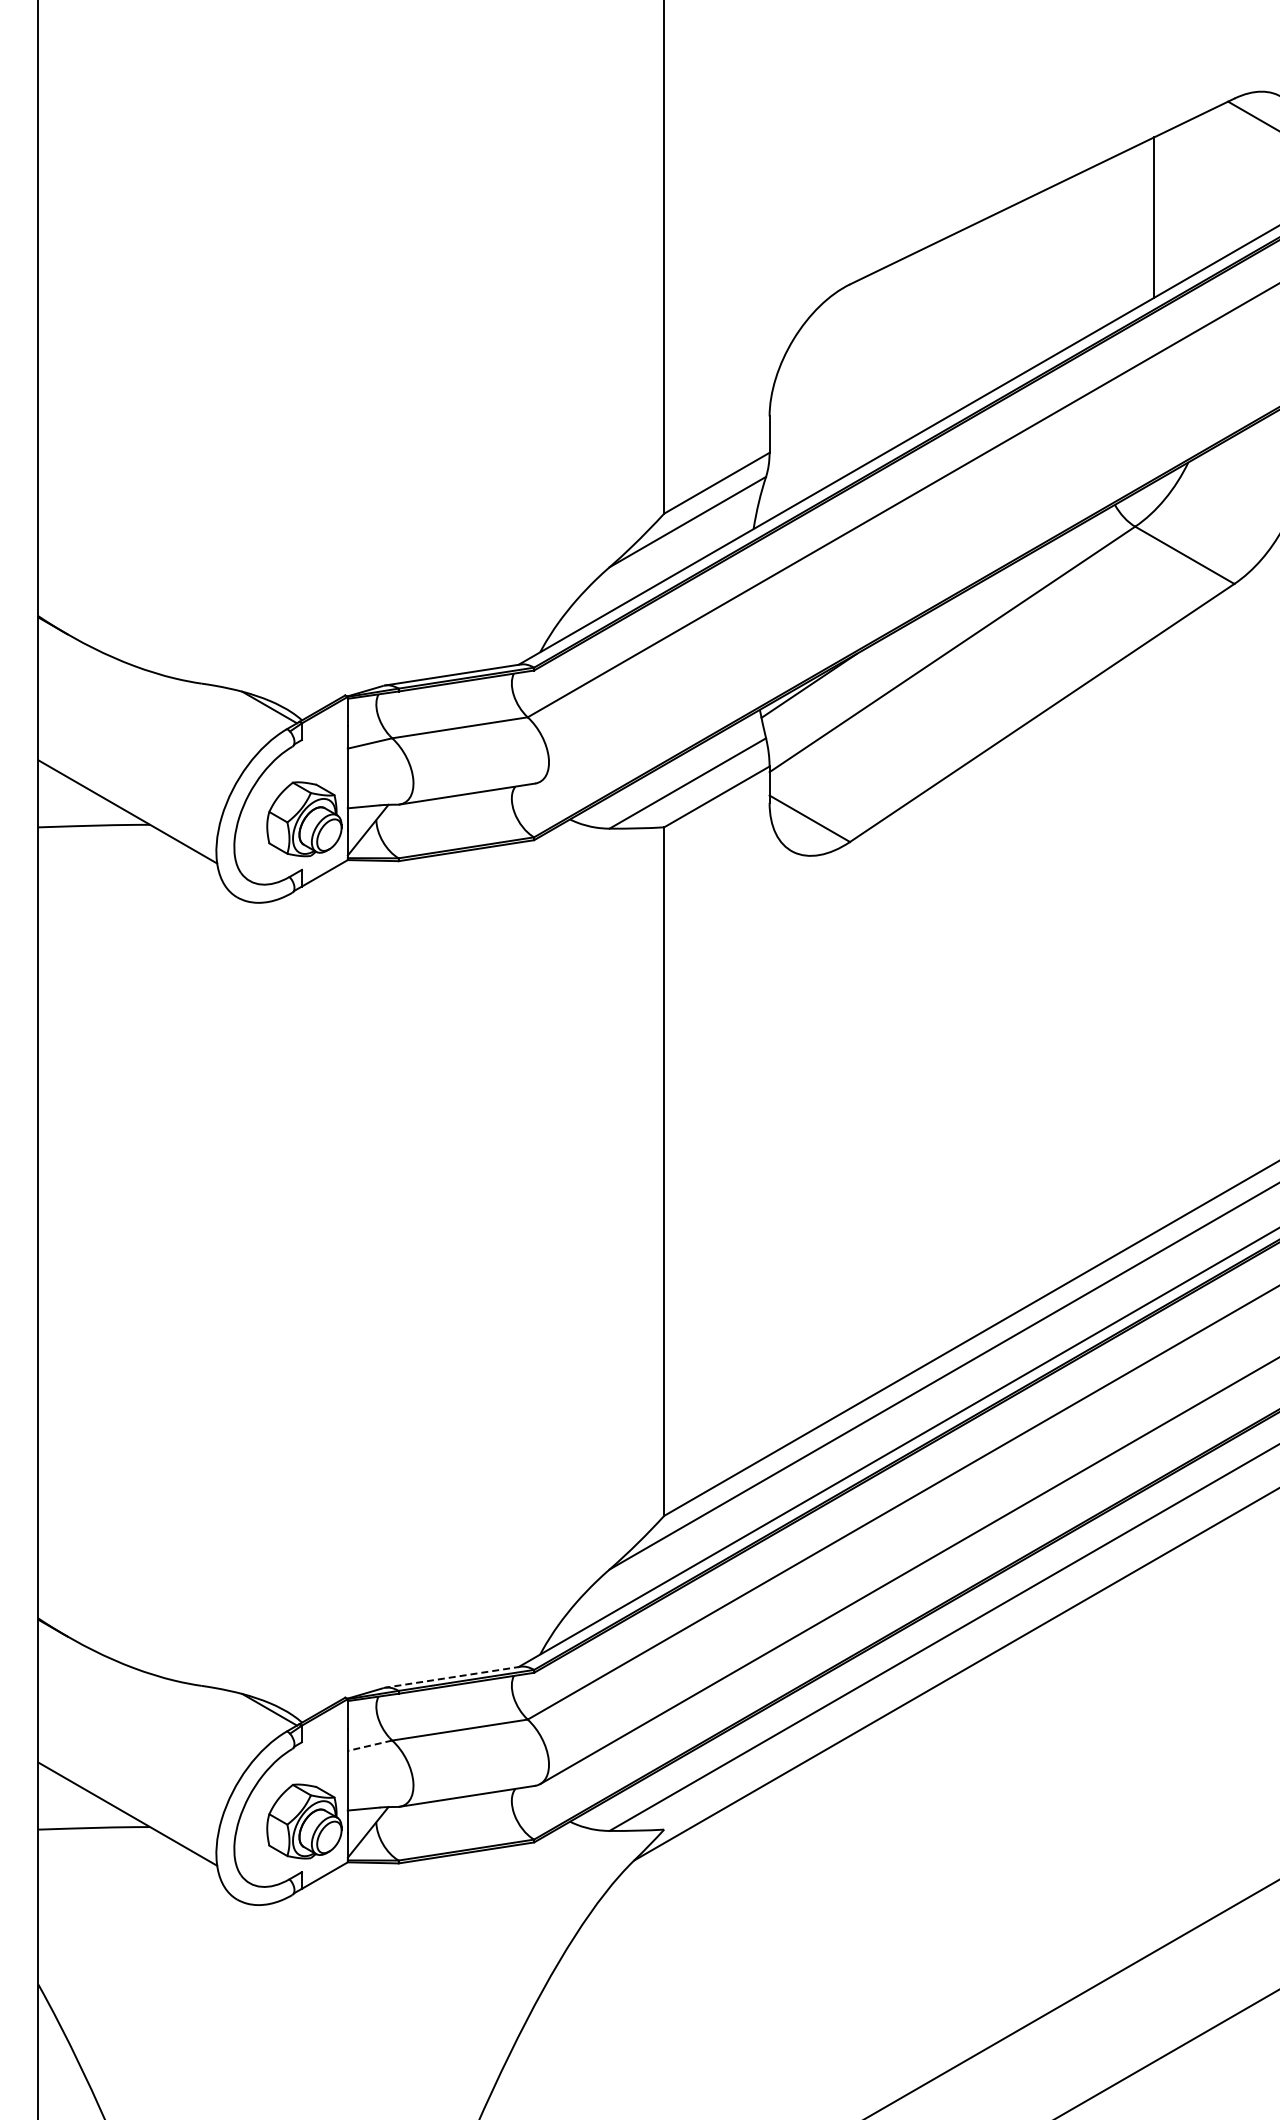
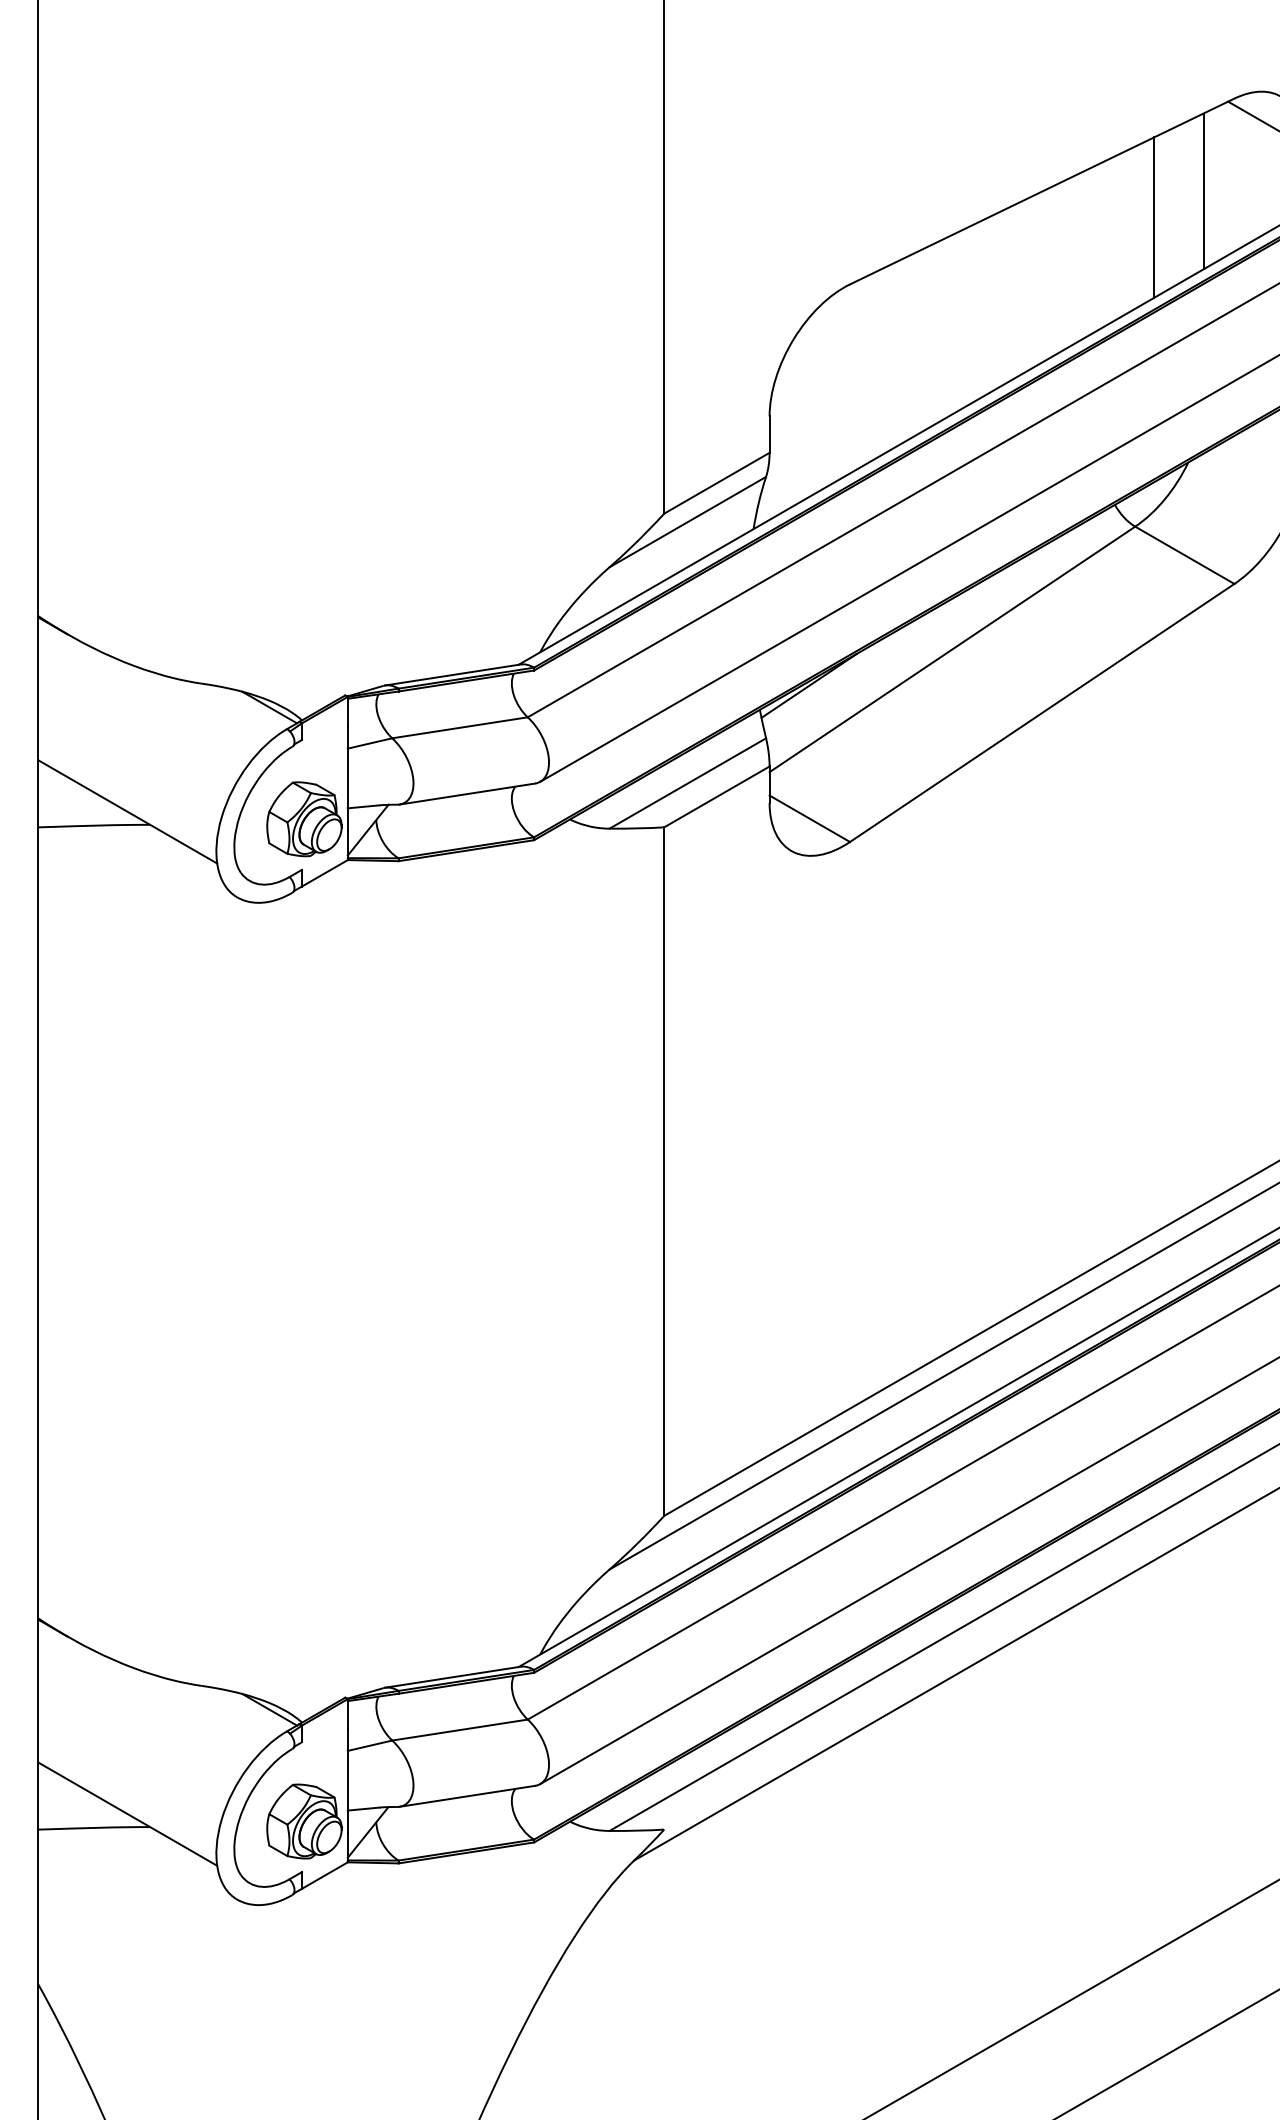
line at (1203, 191): none -> present
line at (908, 568): none -> present
line at (453, 1677): dashed -> solid
line at (370, 1745): dashed -> solid
